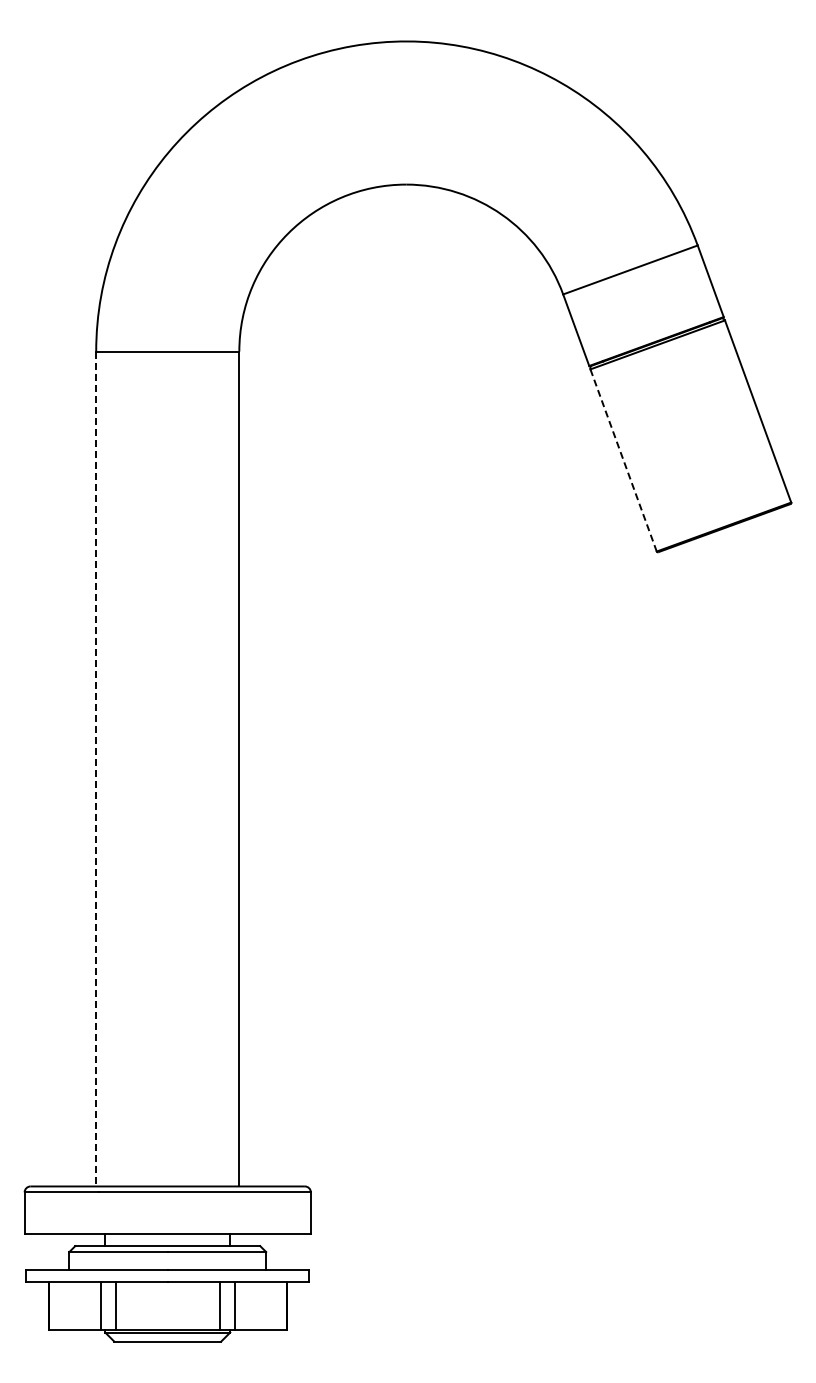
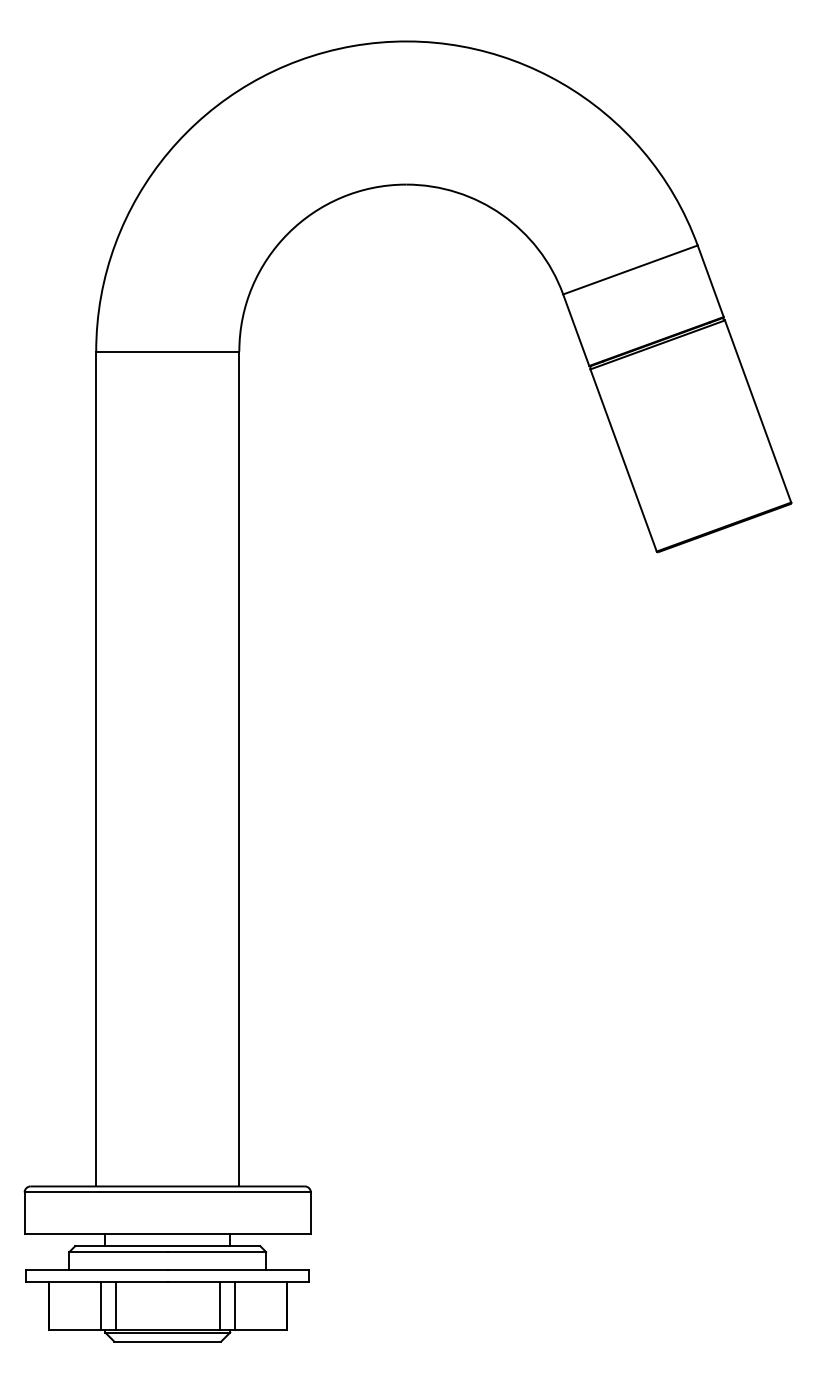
line at (623, 460): dashed -> solid
line at (96, 769): dashed -> solid
